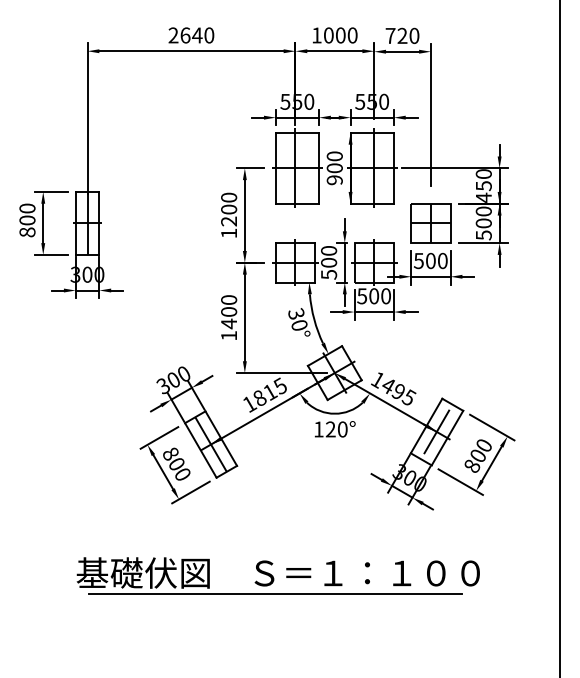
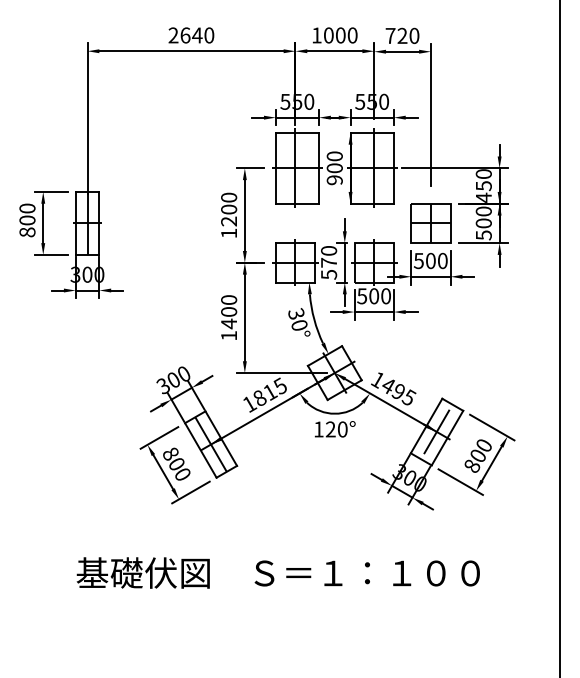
text at (329, 262): 500 -> 570
line at (275, 594): present -> none
